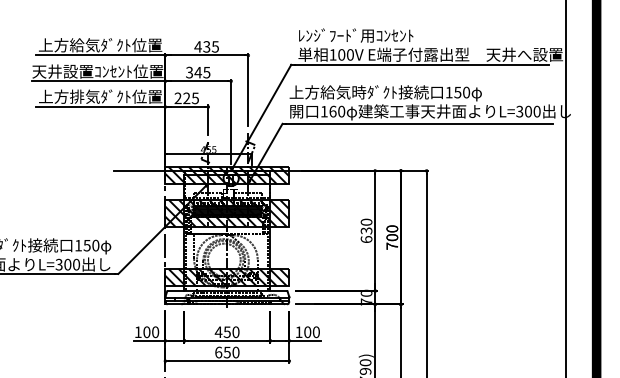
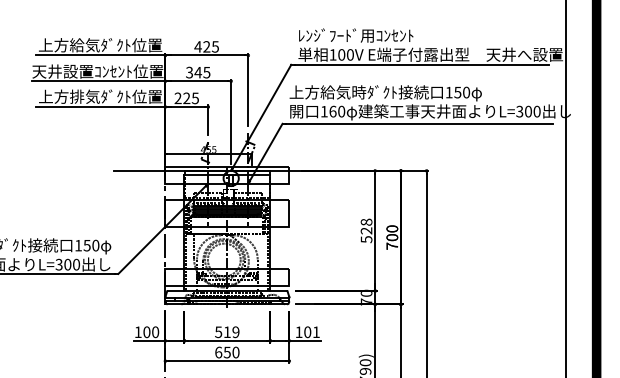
text at (206, 46): 435 -> 425
hatch at (227, 175): present -> none
hatch at (227, 213): present -> none
text at (366, 230): 630 -> 528
hatch at (227, 277): present -> none
text at (226, 332): 450 -> 519
text at (315, 332): 100 -> 101
